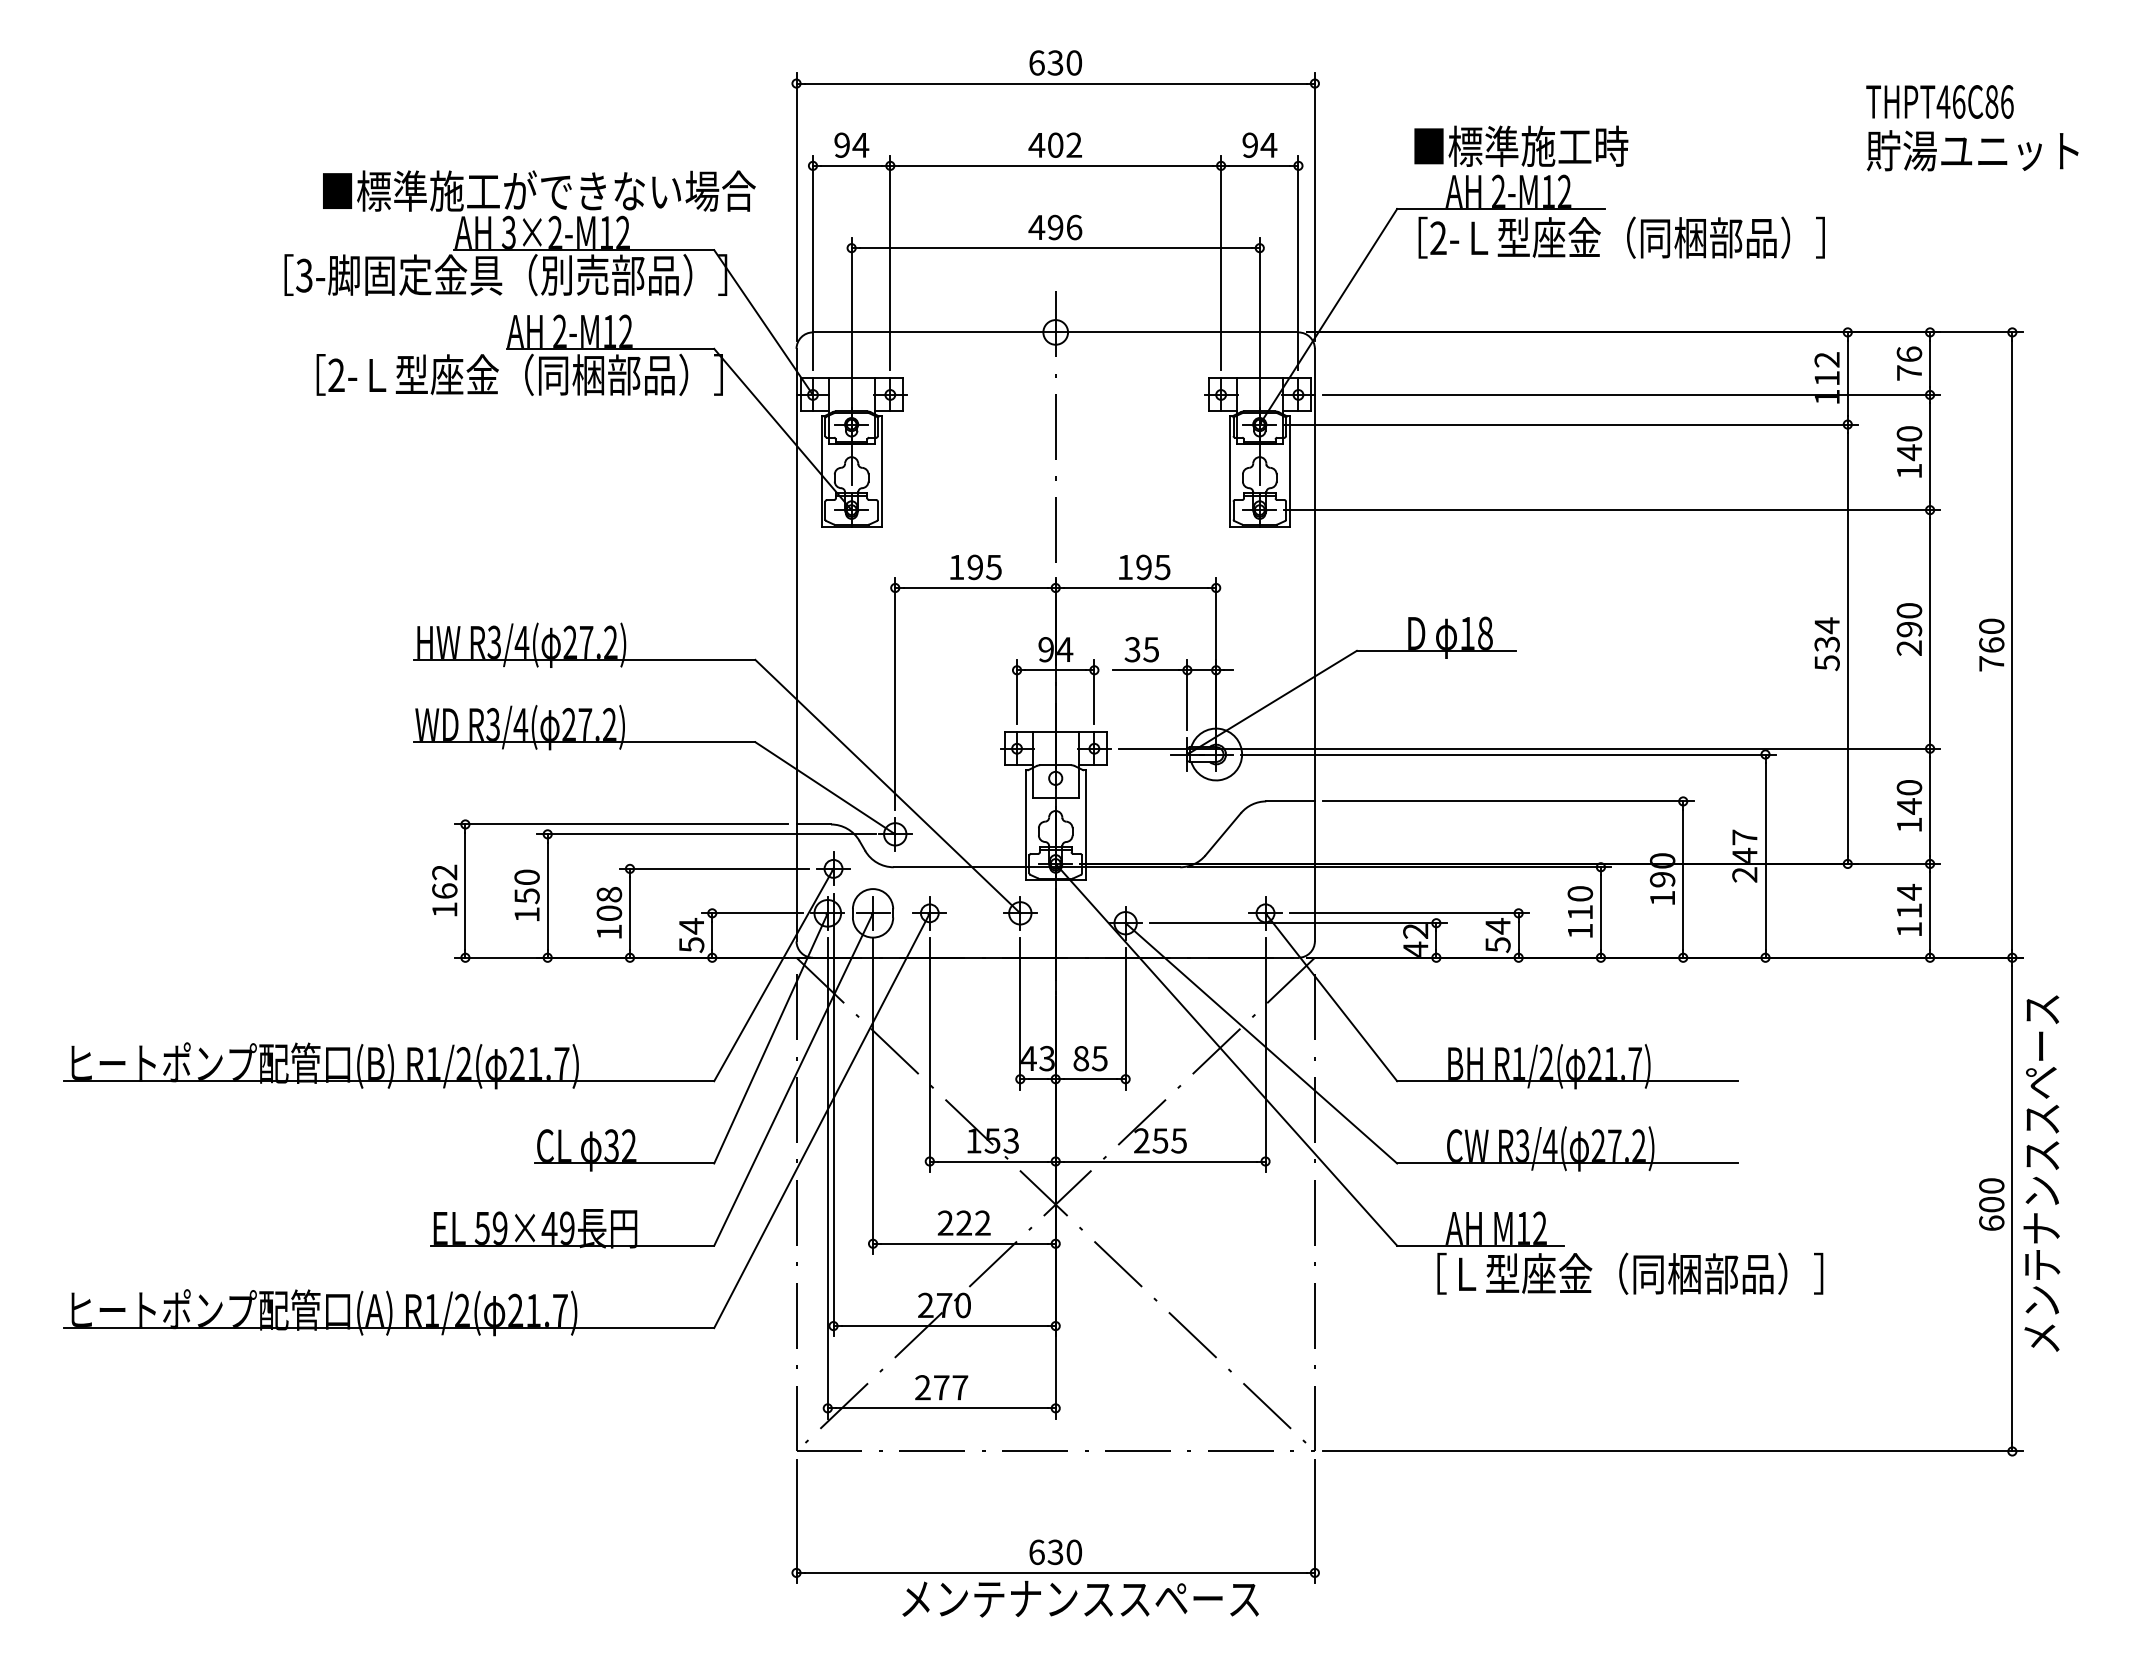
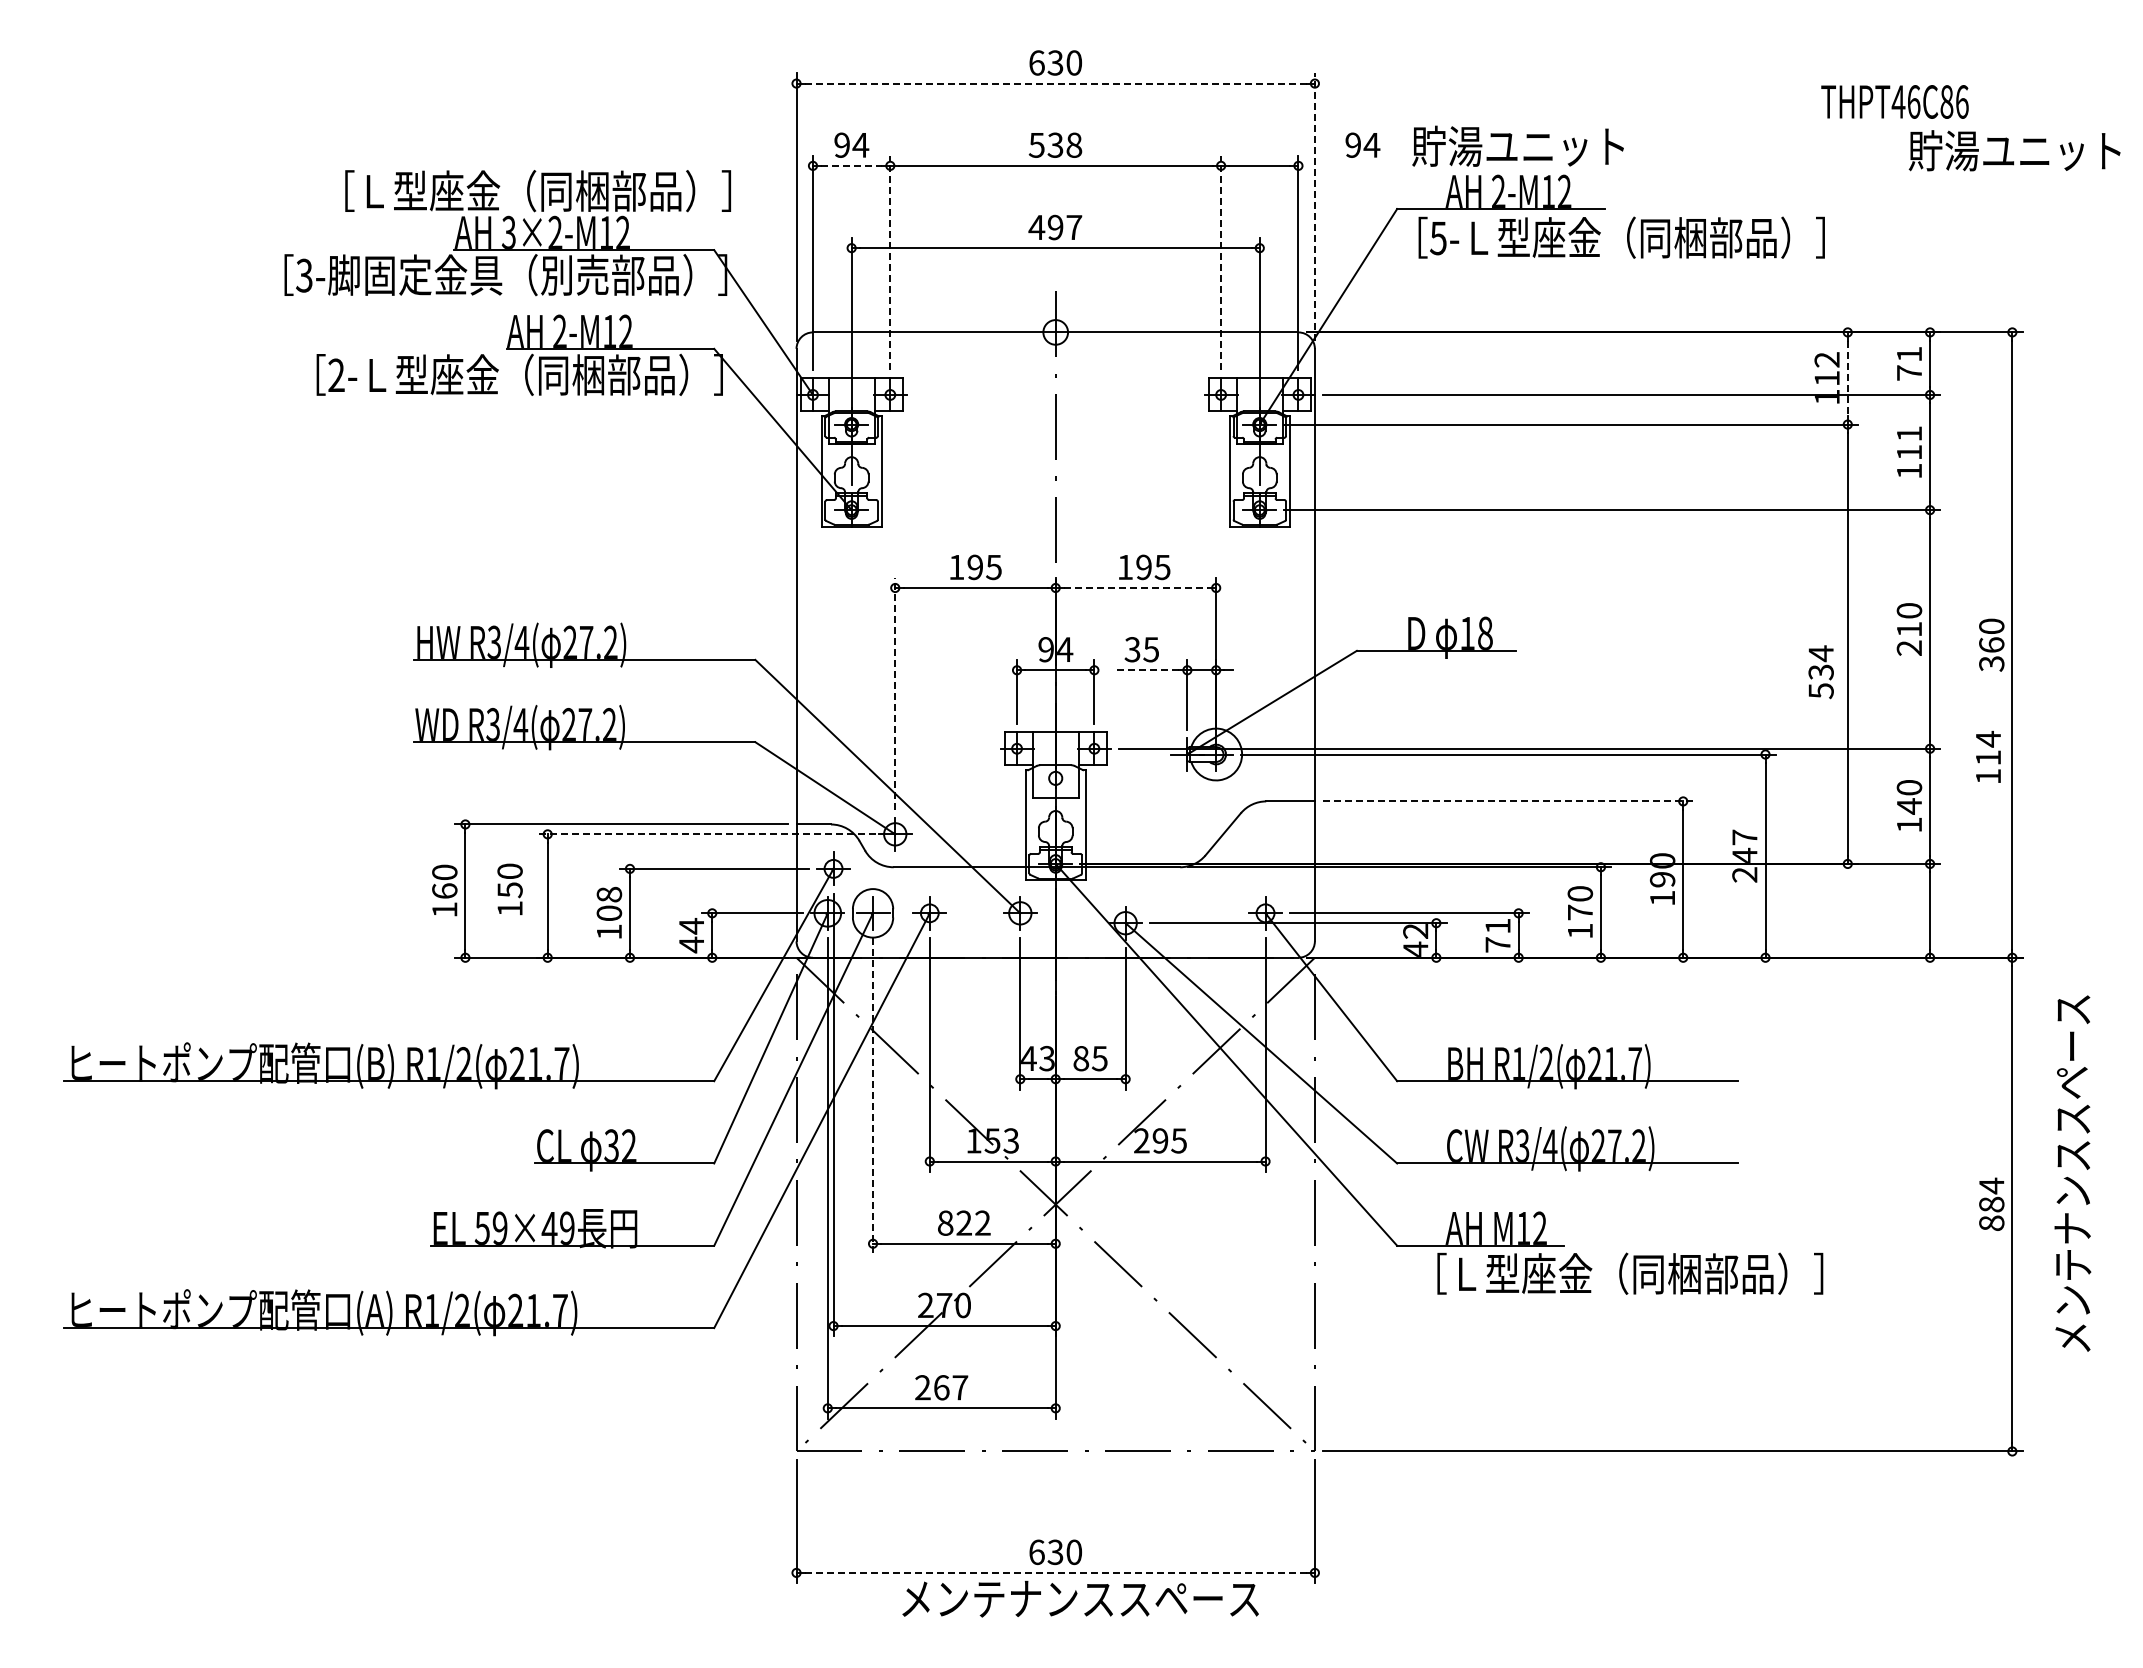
line at (1055, 83): solid -> dashed
text at (1939, 101) position: (1939, 101) -> (1894, 101)
text at (1055, 144): 402 -> 538
text at (1259, 144) position: (1259, 144) -> (1362, 144)
text at (1520, 145): ■標準施工時 -> 貯湯ユニット
text at (1972, 150) position: (1972, 150) -> (2014, 150)
line at (852, 165): solid -> dashed
text at (539, 191): ■標準施工ができない場合 -> ［Ｌ型座金（同梱部品）］
line at (1314, 206): solid -> dashed
text at (1074, 227): 496 -> 497
text at (1438, 238): 2- -> 5-
line at (890, 262): solid -> dashed
line at (1221, 262): solid -> dashed
text at (1909, 353): 76 -> 71
line at (1847, 378): solid -> dashed
text at (1909, 443): 140 -> 111
line at (1135, 587): solid -> dashed
text at (1909, 629): 290 -> 210
text at (1826, 644) position: (1826, 644) -> (1820, 672)
text at (1991, 663): 760 -> 360
line at (1146, 670): solid -> dashed
line at (895, 693): solid -> dashed
line at (1508, 801): solid -> dashed
line at (706, 834): solid -> dashed
text at (444, 872): 162 -> 160
text at (526, 895) position: (526, 895) -> (509, 889)
text at (1909, 909) position: (1909, 909) -> (1988, 756)
text at (1580, 912): 110 -> 170
text at (1497, 935): 54 -> 71
text at (691, 944): 54 -> 44
line at (873, 1096): solid -> dashed
text at (1160, 1140): 255 -> 295
text at (2041, 1173) position: (2041, 1173) -> (2072, 1173)
text at (1991, 1203): 600 -> 884
text at (945, 1222): 222 -> 822
text at (941, 1387): 277 -> 267
line at (1055, 1572): solid -> dashed
